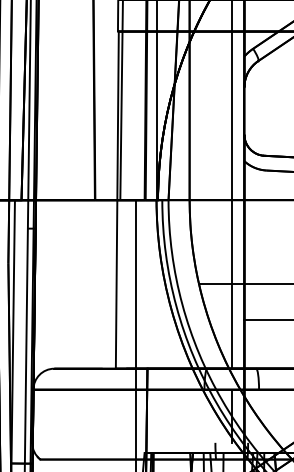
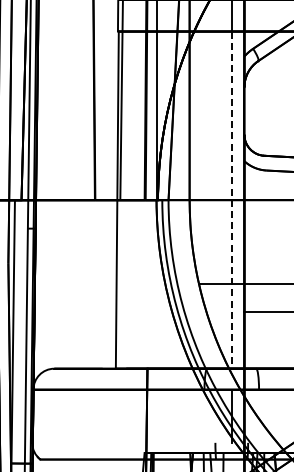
line at (231, 200): solid -> dashed
line at (267, 319) position: (267, 319) -> (267, 311)
line at (135, 334): present -> none
